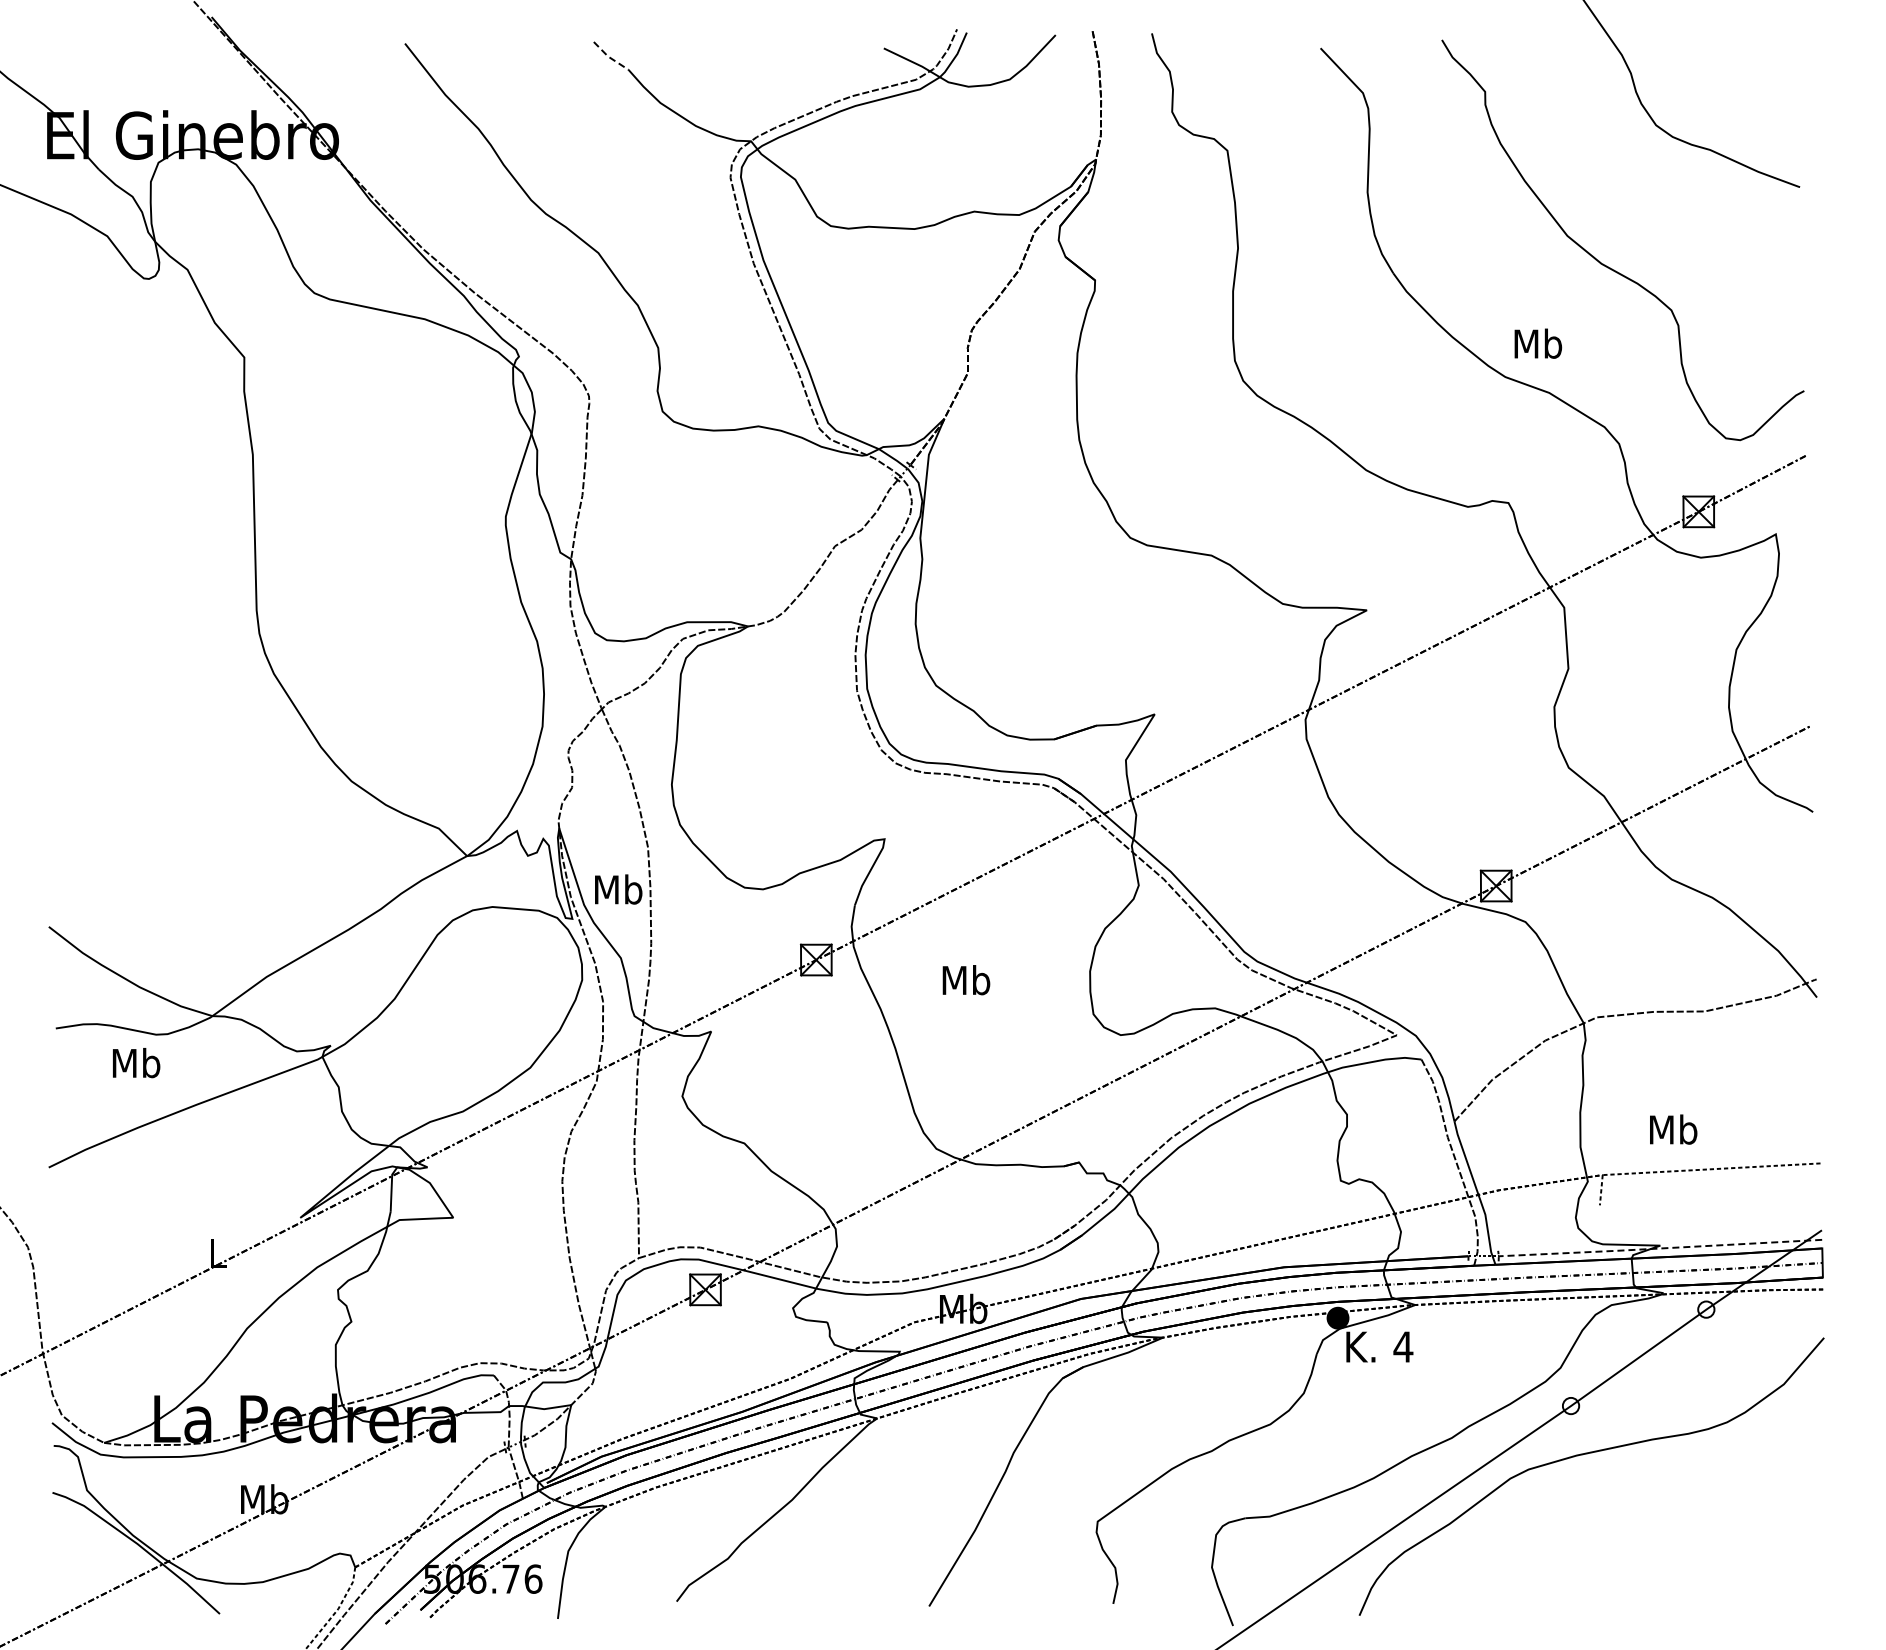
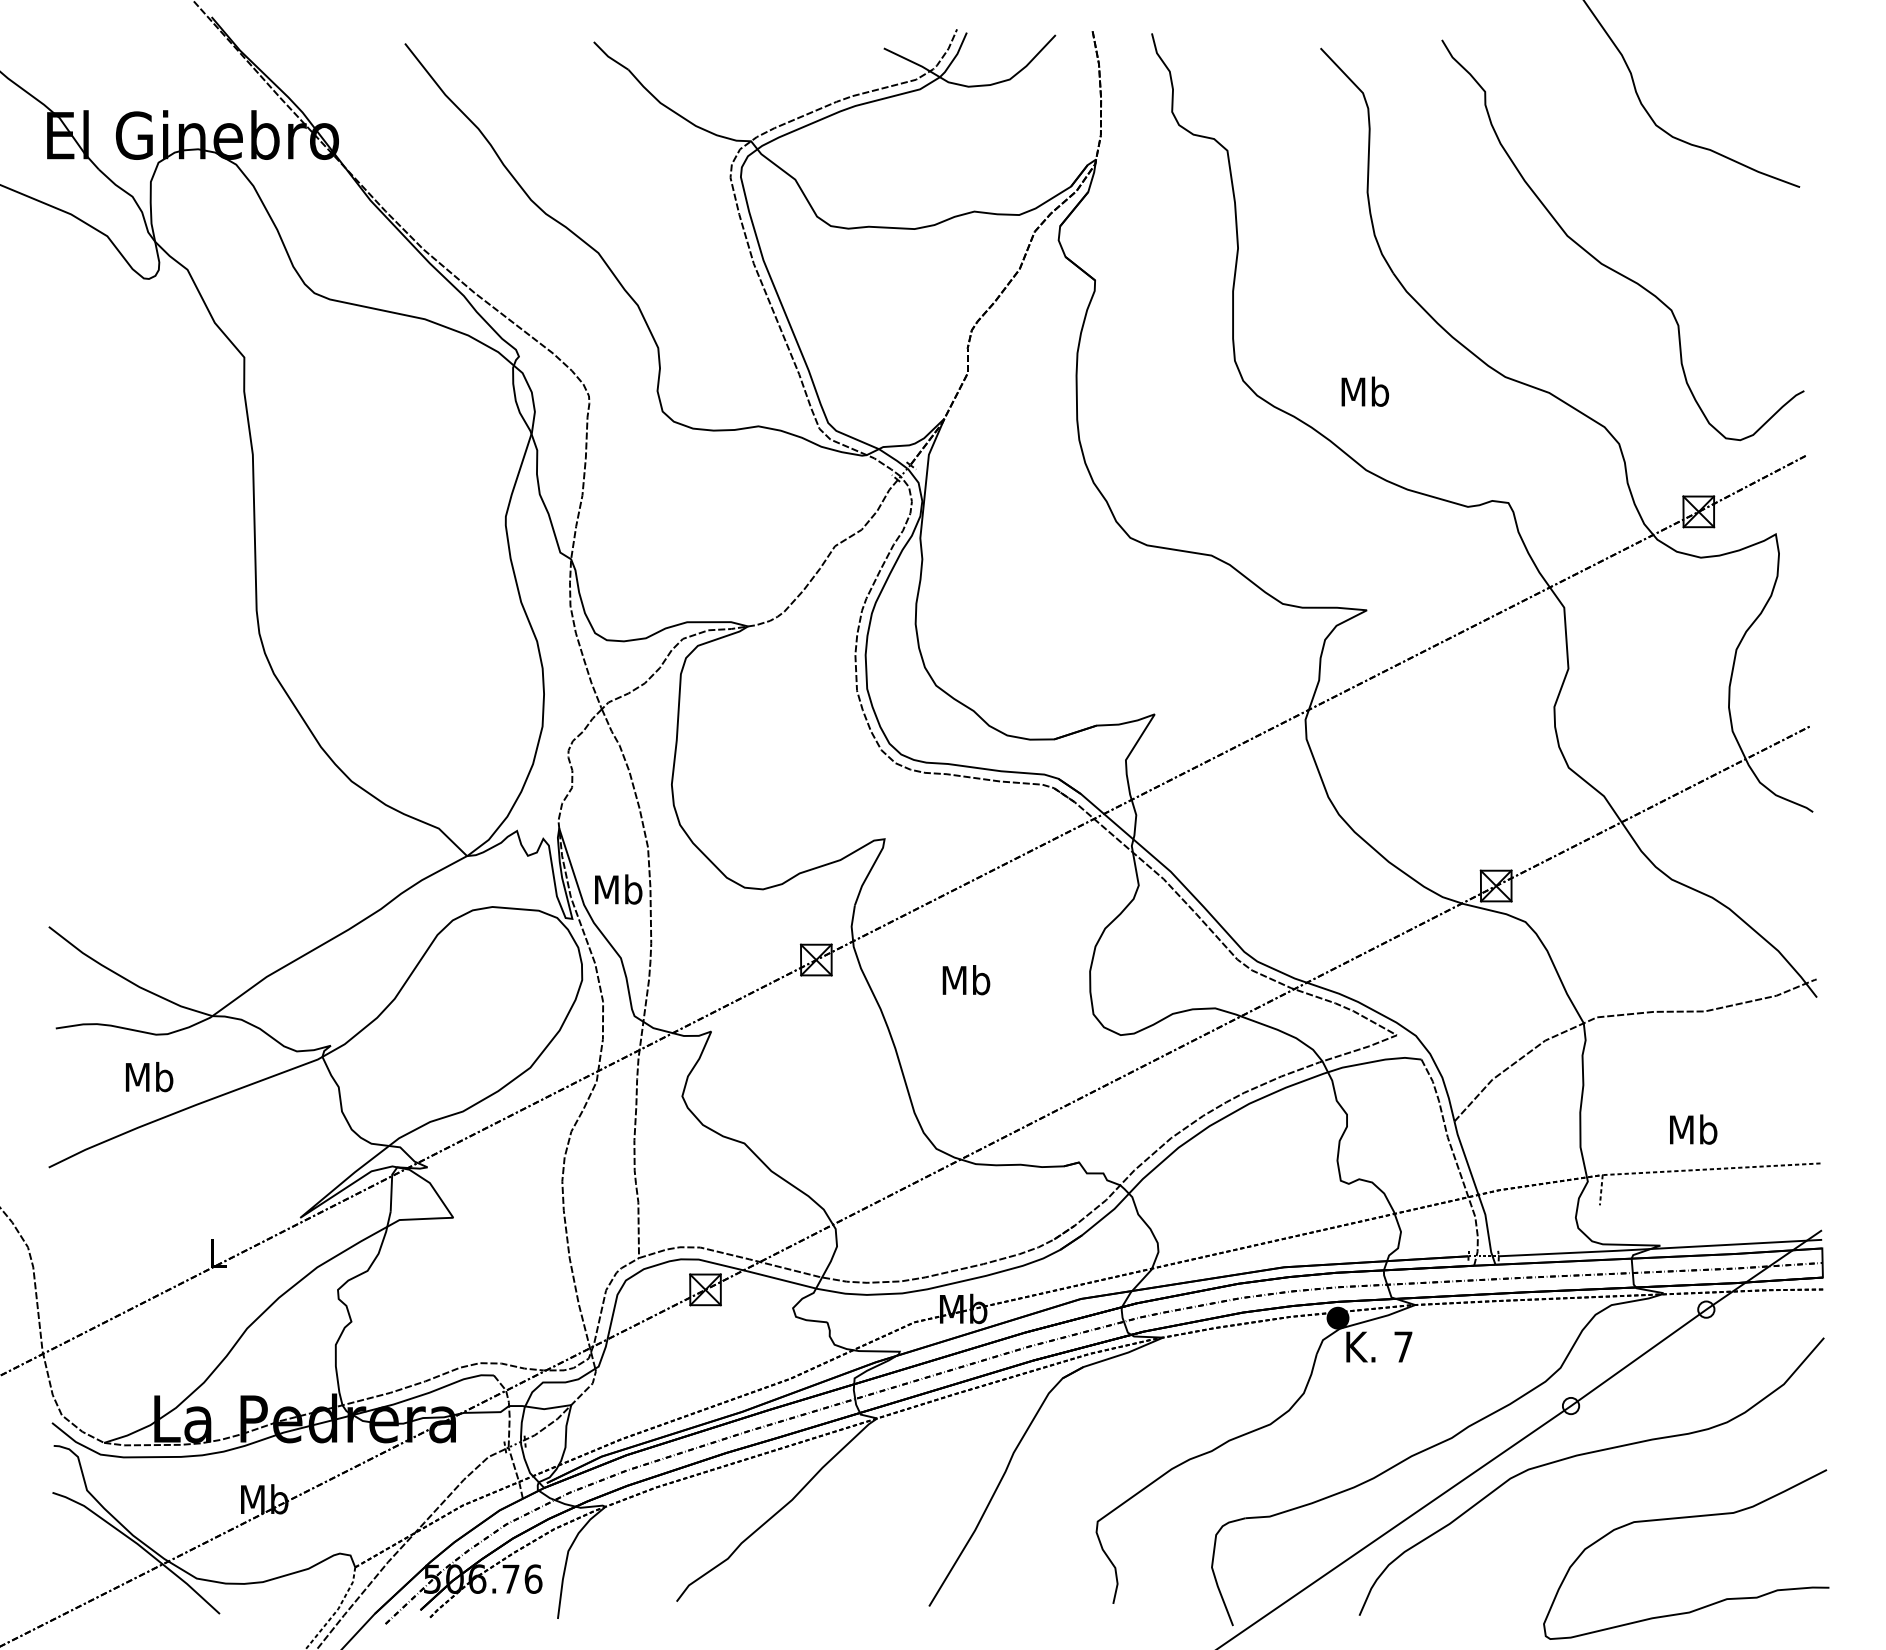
line at (609, 57): dashed -> solid
text at (1538, 343) position: (1538, 343) -> (1365, 391)
text at (136, 1063) position: (136, 1063) -> (149, 1077)
text at (1673, 1129) position: (1673, 1129) -> (1693, 1129)
line at (1659, 1248): dashed -> solid
text at (1403, 1346): 4 -> 7
curve at (1686, 1518): none -> present
